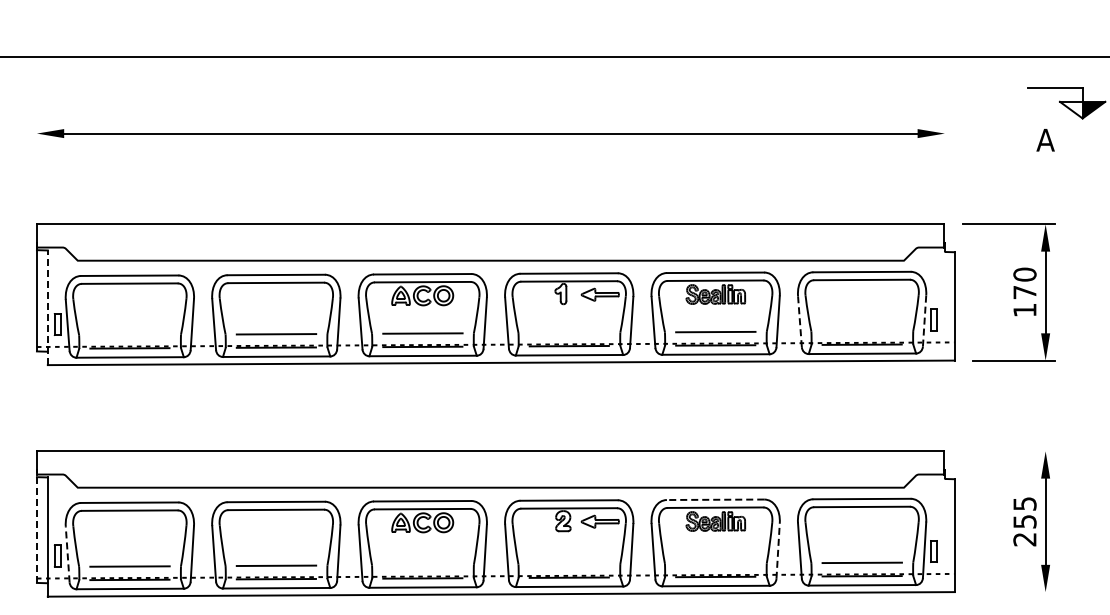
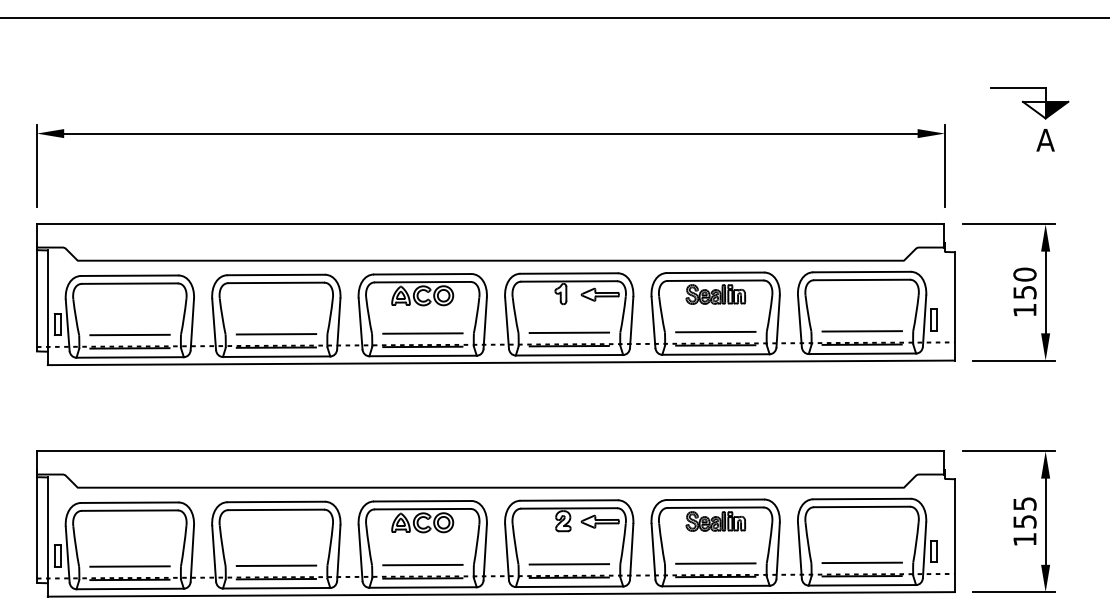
line at (554, 57) position: (554, 57) -> (554, 18)
part at (1066, 103) position: (1066, 103) -> (1029, 103)
line at (36, 165): none -> present
line at (944, 165): none -> present
text at (1024, 292): 170 -> 150
line at (47, 307): dashed -> solid
line at (799, 321): dashed -> solid
line at (924, 321): dashed -> solid
line at (861, 331): none -> present
line at (569, 332): none -> present
line at (129, 334): none -> present
line at (1008, 451): none -> present
line at (715, 499): dashed -> solid
line at (36, 525): dashed -> solid
text at (1024, 539): 255 -> 155
line at (778, 551): dashed -> solid
line at (67, 554): dashed -> solid
line at (715, 563): none -> present
line at (422, 564): none -> present
line at (569, 564): none -> present
line at (1013, 592): none -> present
